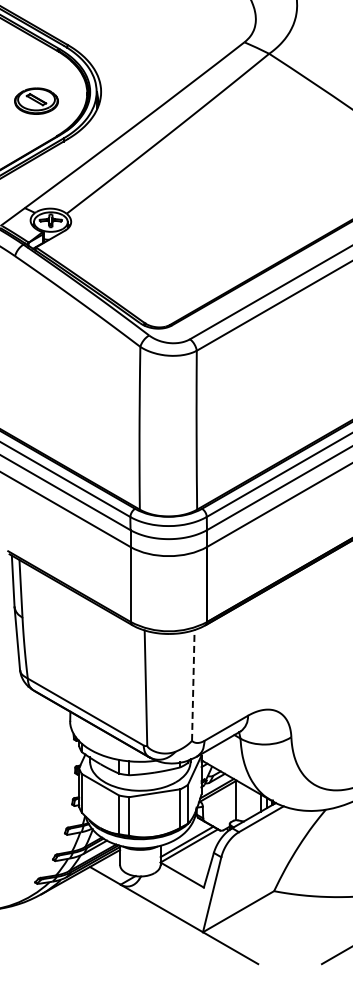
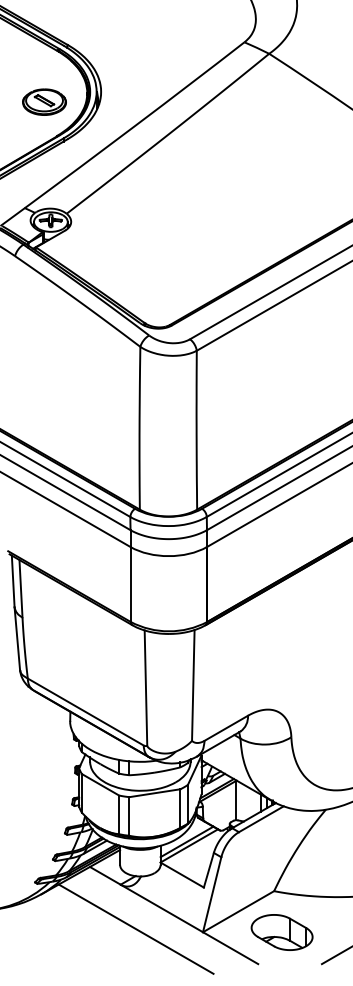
part at (36, 100) position: (36, 100) -> (44, 101)
line at (193, 684): dashed -> solid
line at (135, 928): none -> present
part at (281, 932): none -> present
